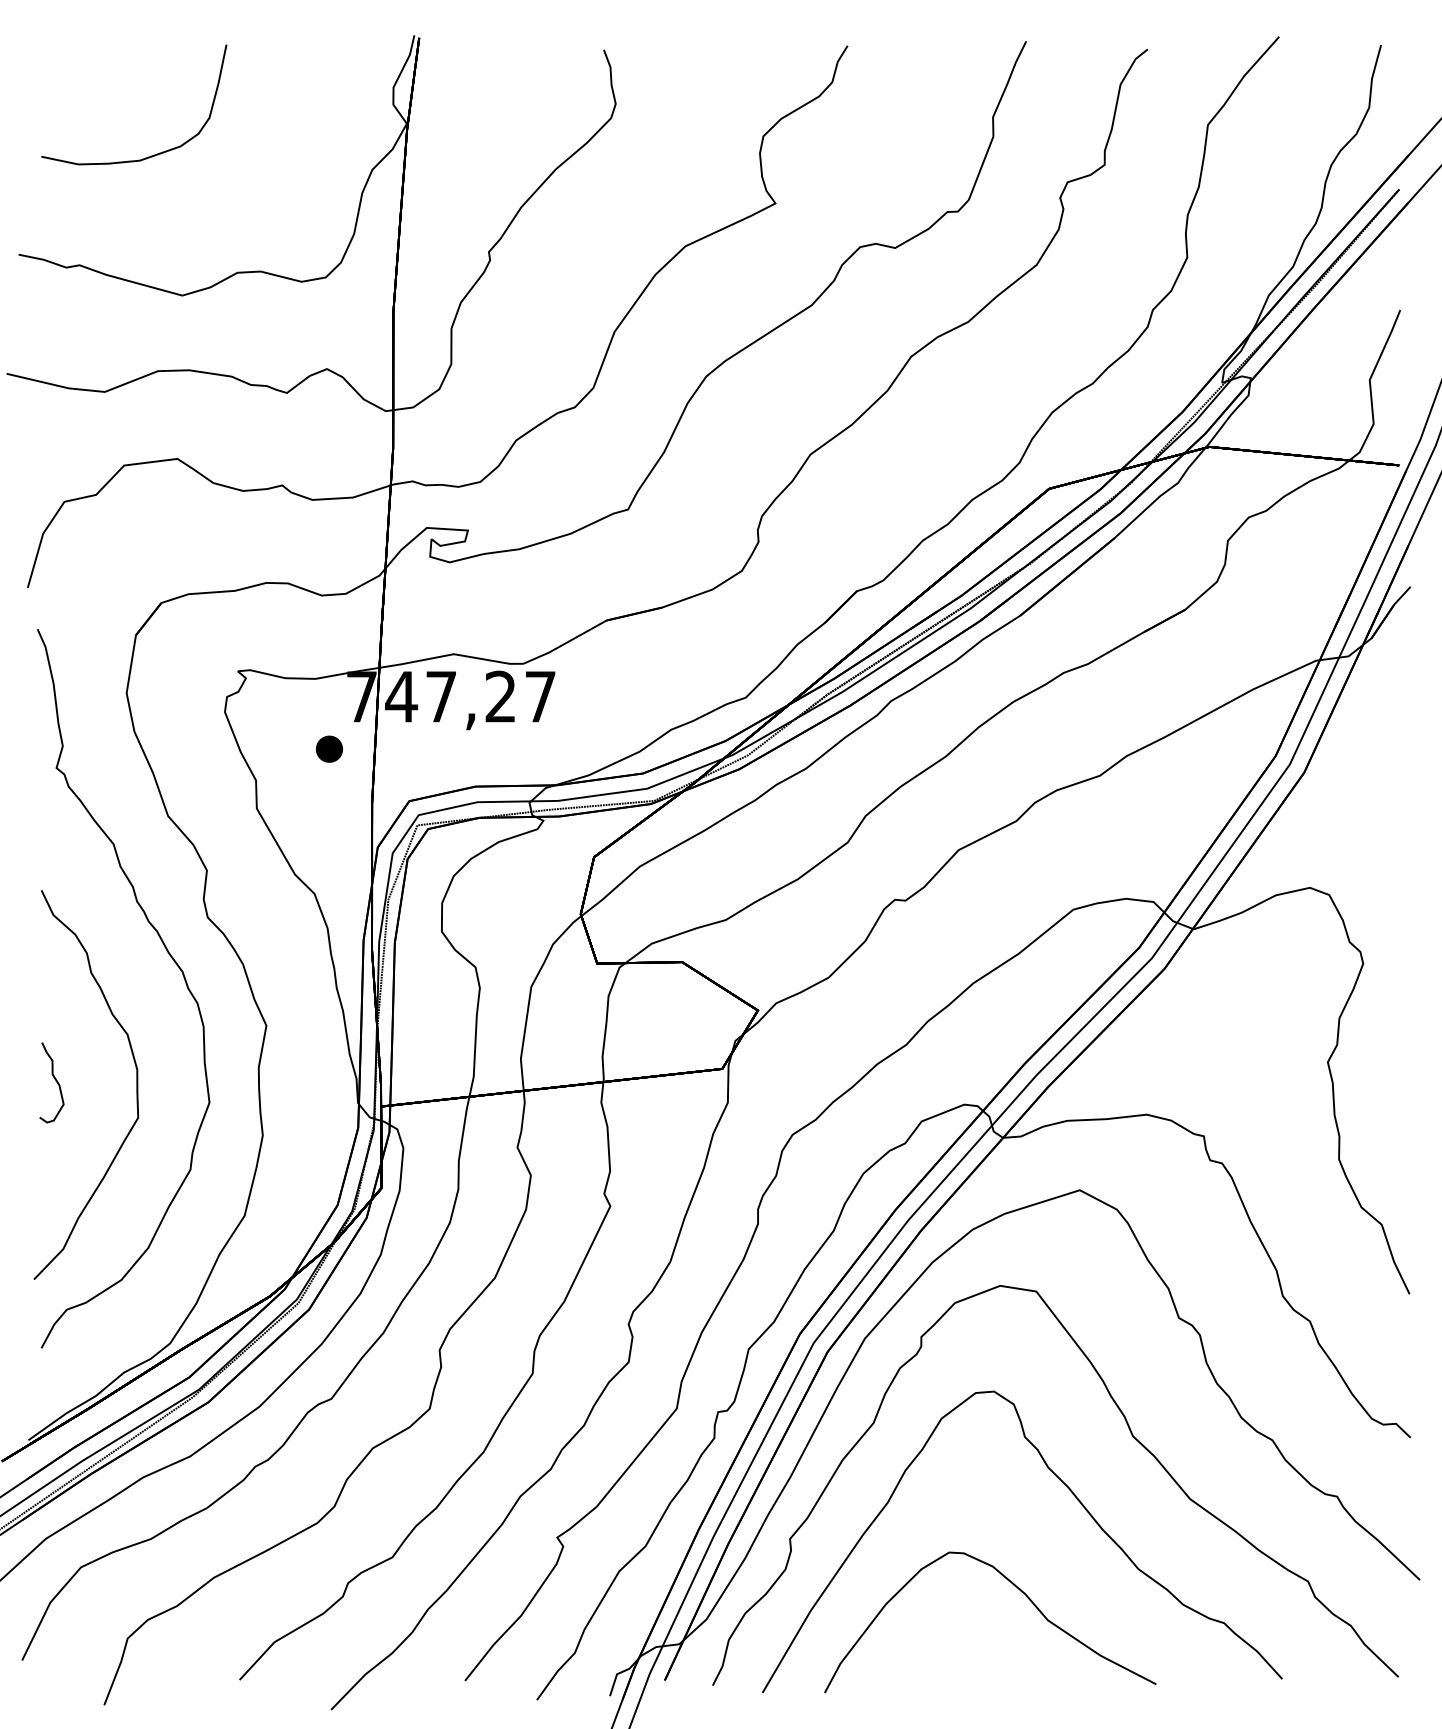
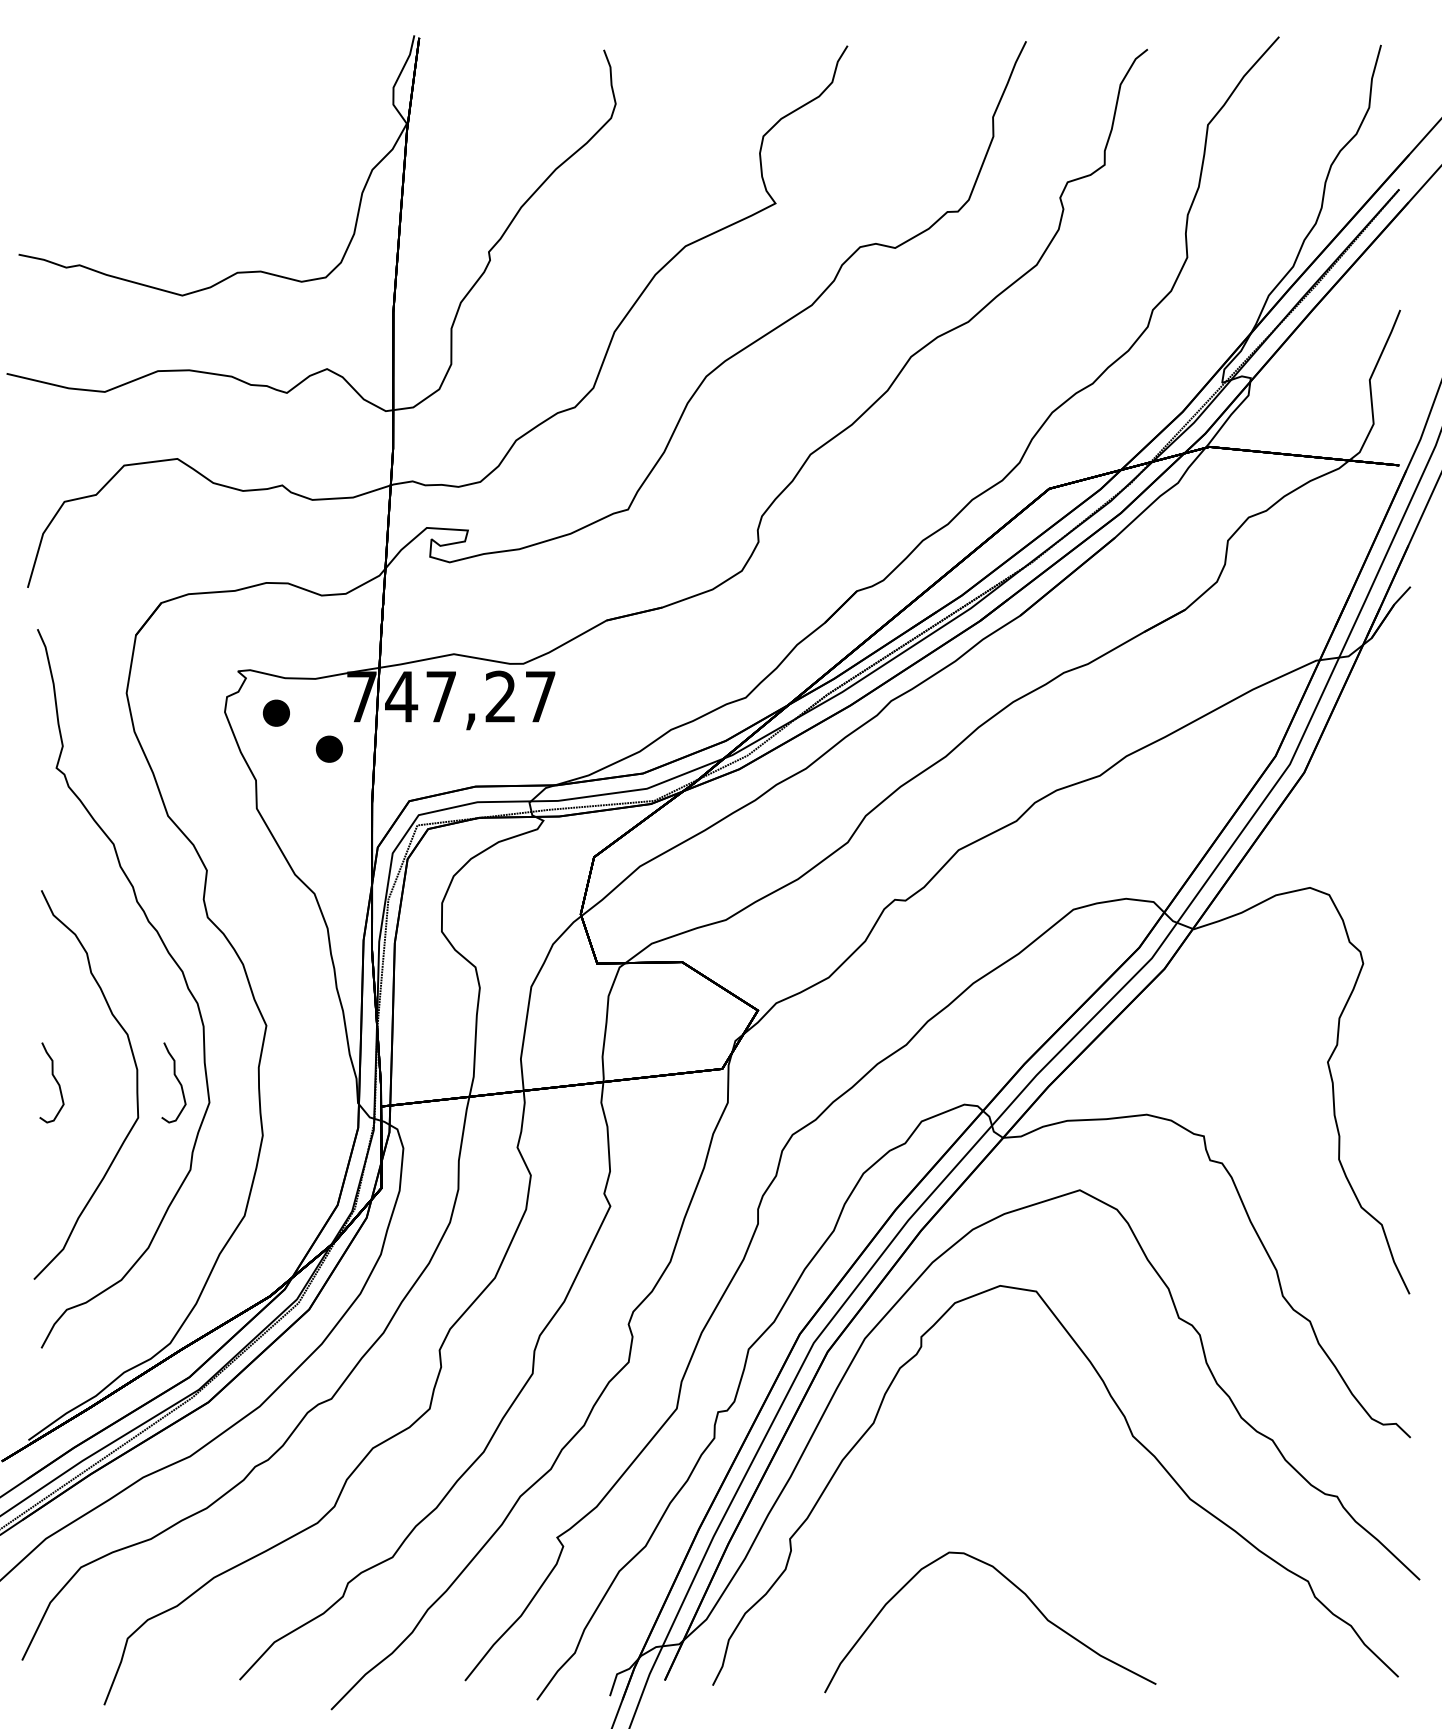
part at (156, 153): present -> none
part at (276, 712): none -> present
part at (173, 1082): none -> present
curve at (1076, 1499): present -> none
